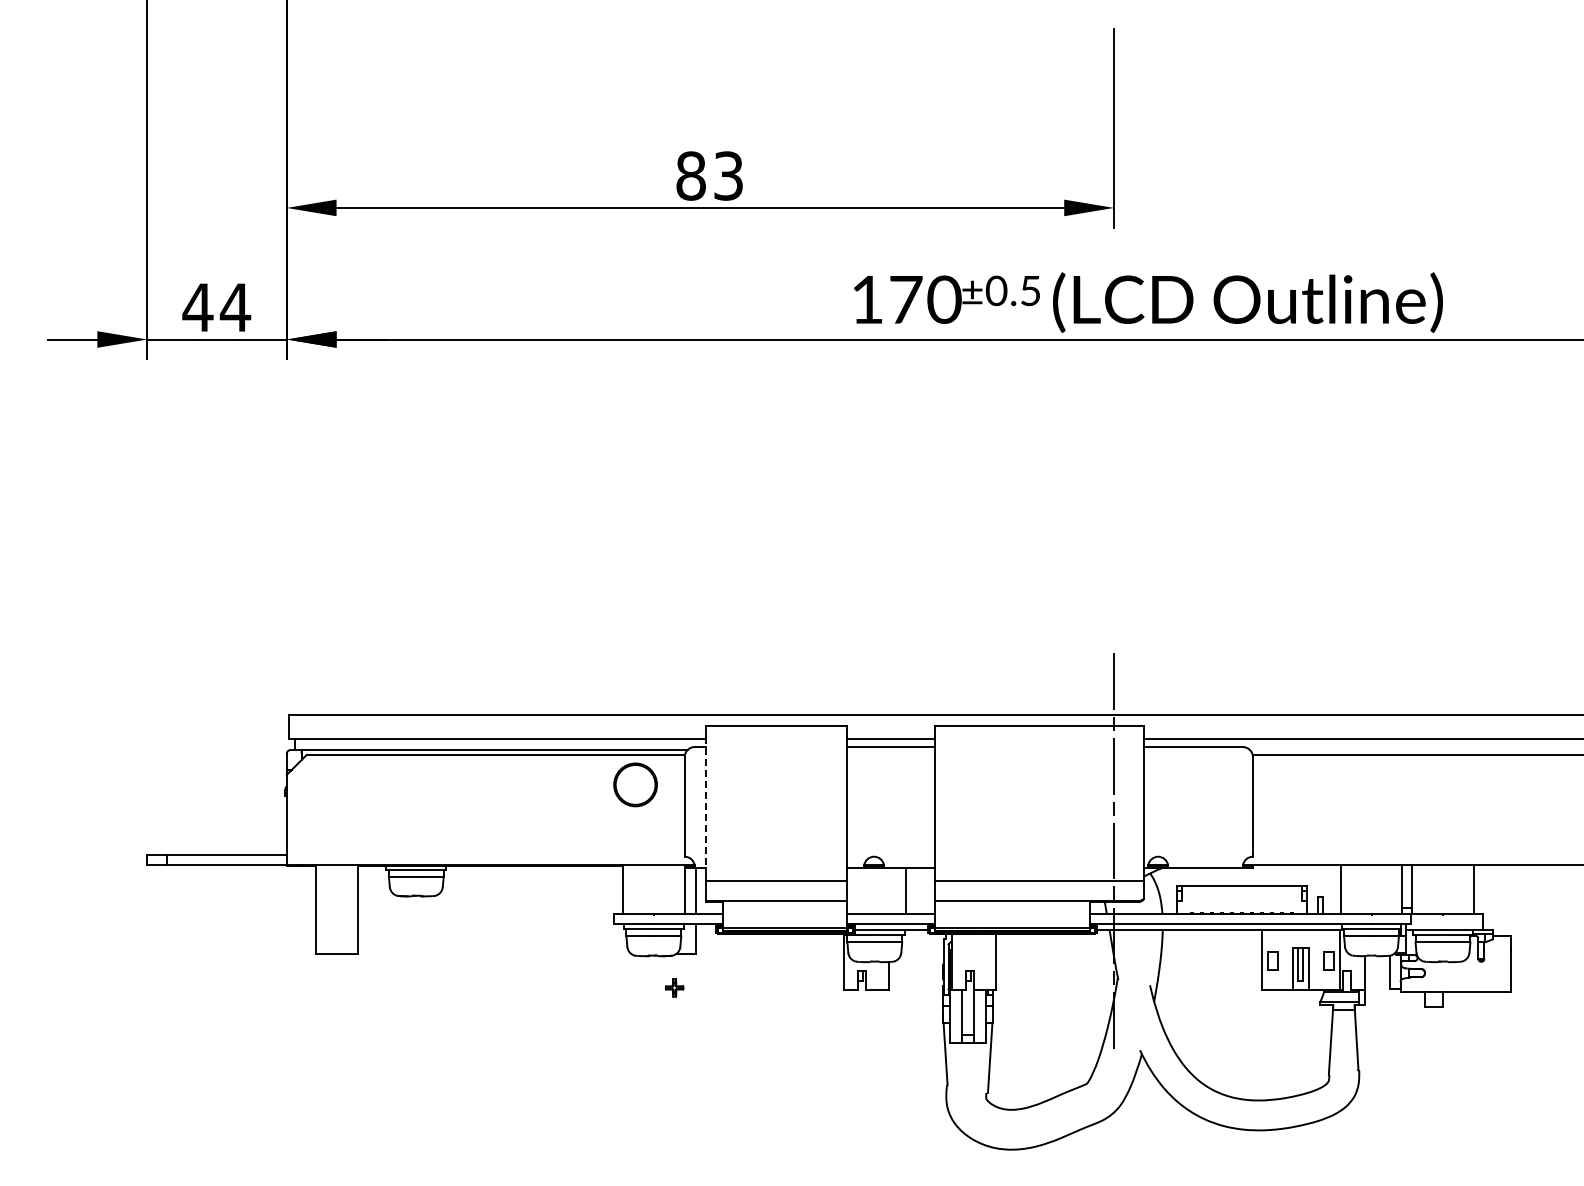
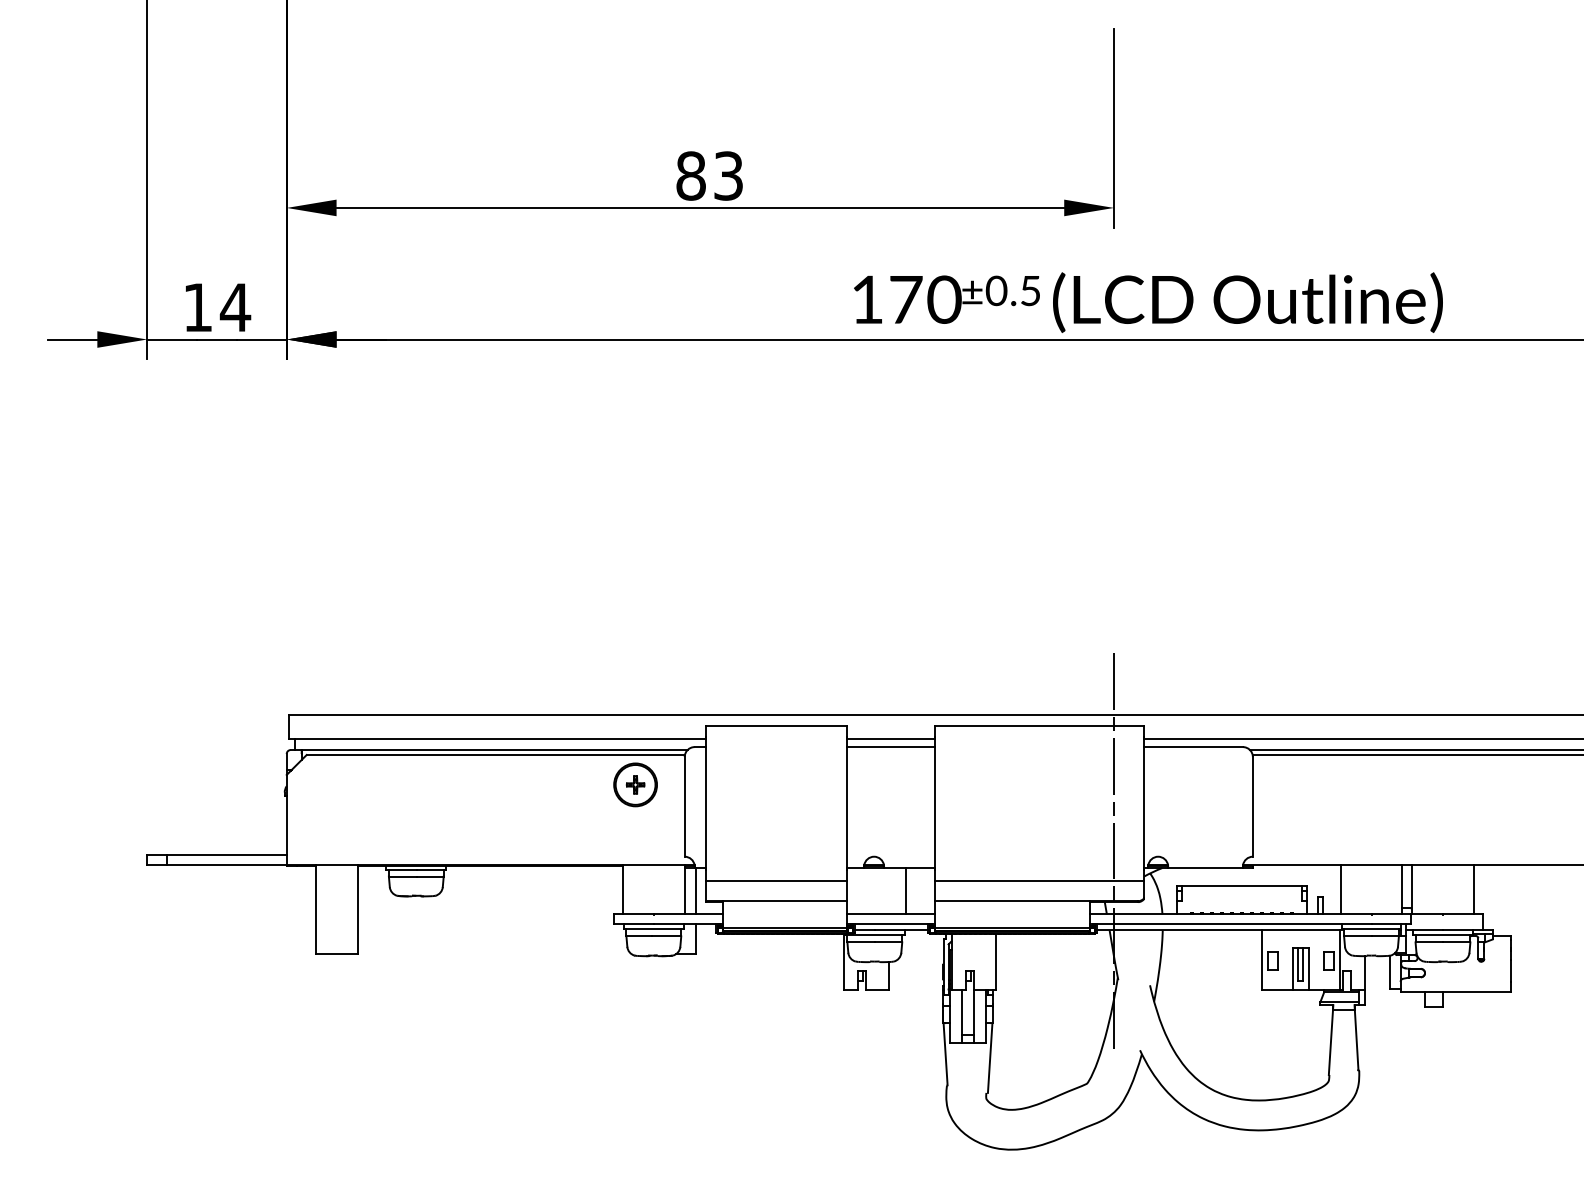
text at (197, 307): 44 -> 14
line at (1415, 750): none -> present
line at (705, 804): dashed -> solid
part at (674, 987) position: (674, 987) -> (635, 784)
